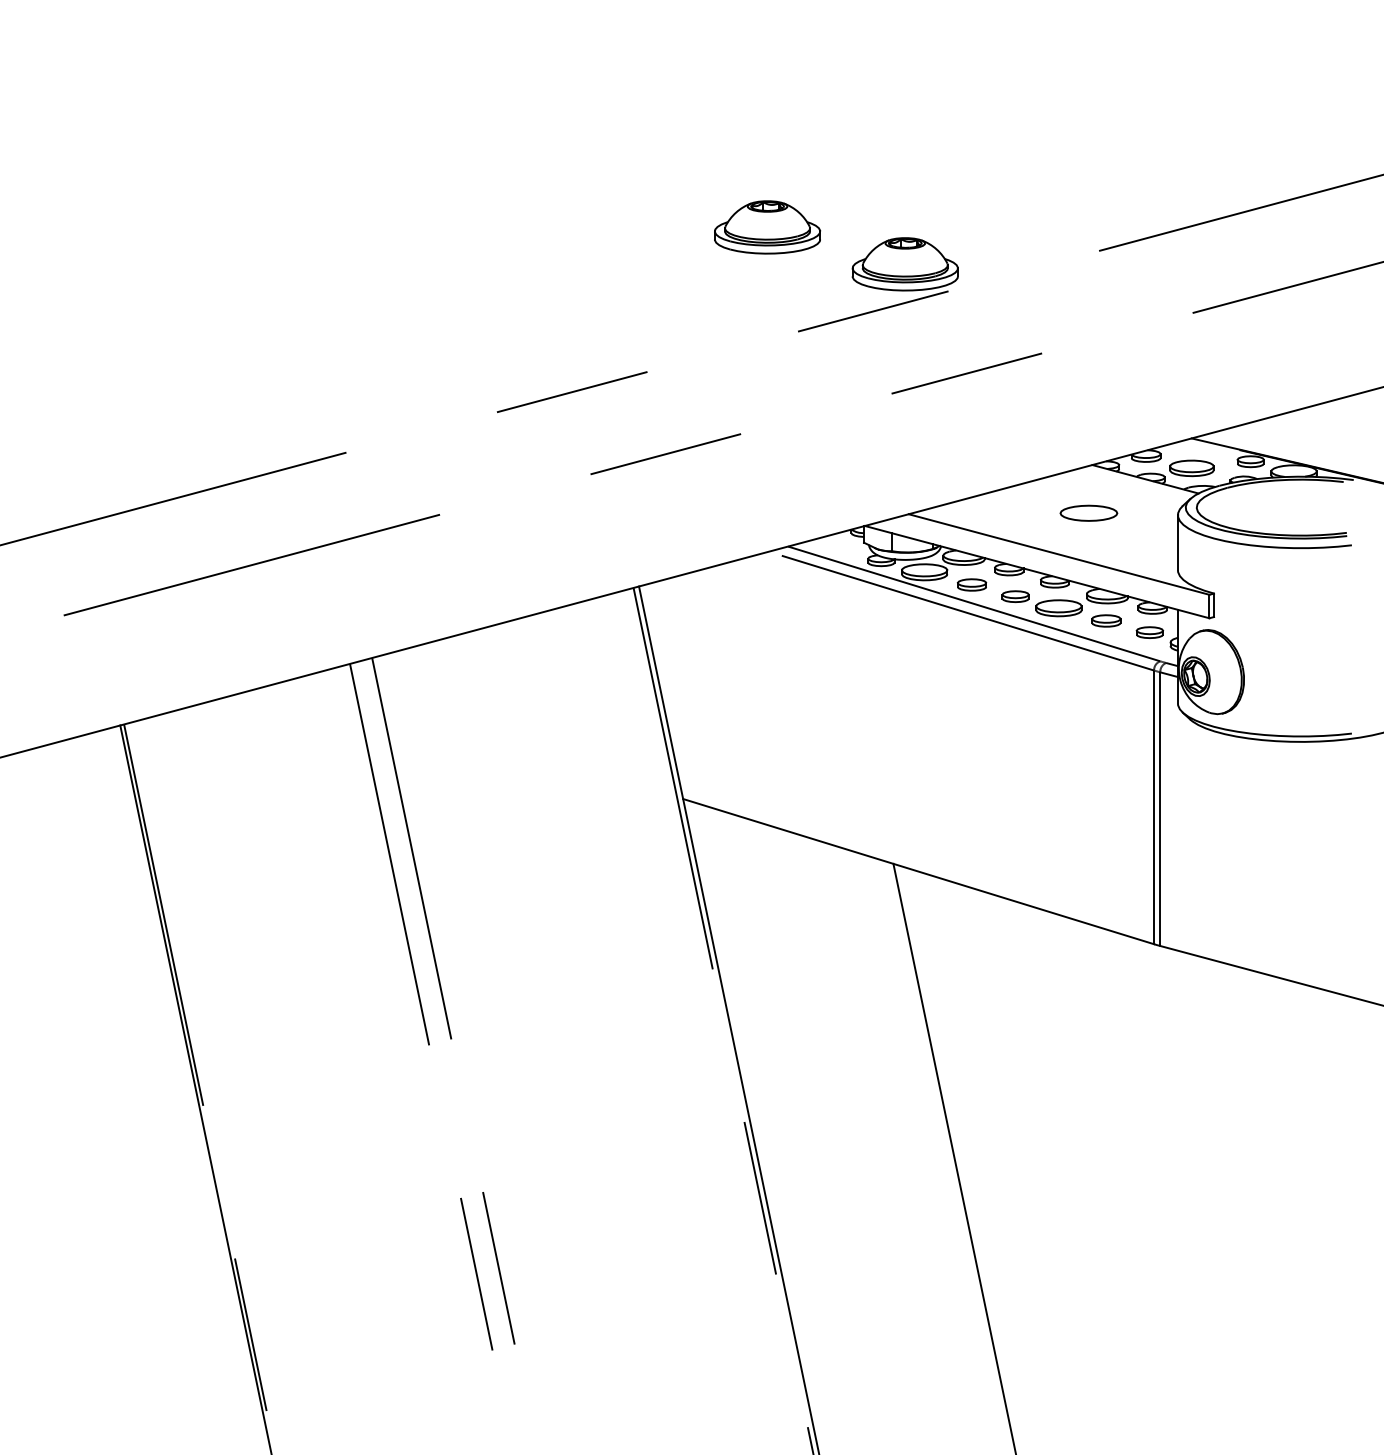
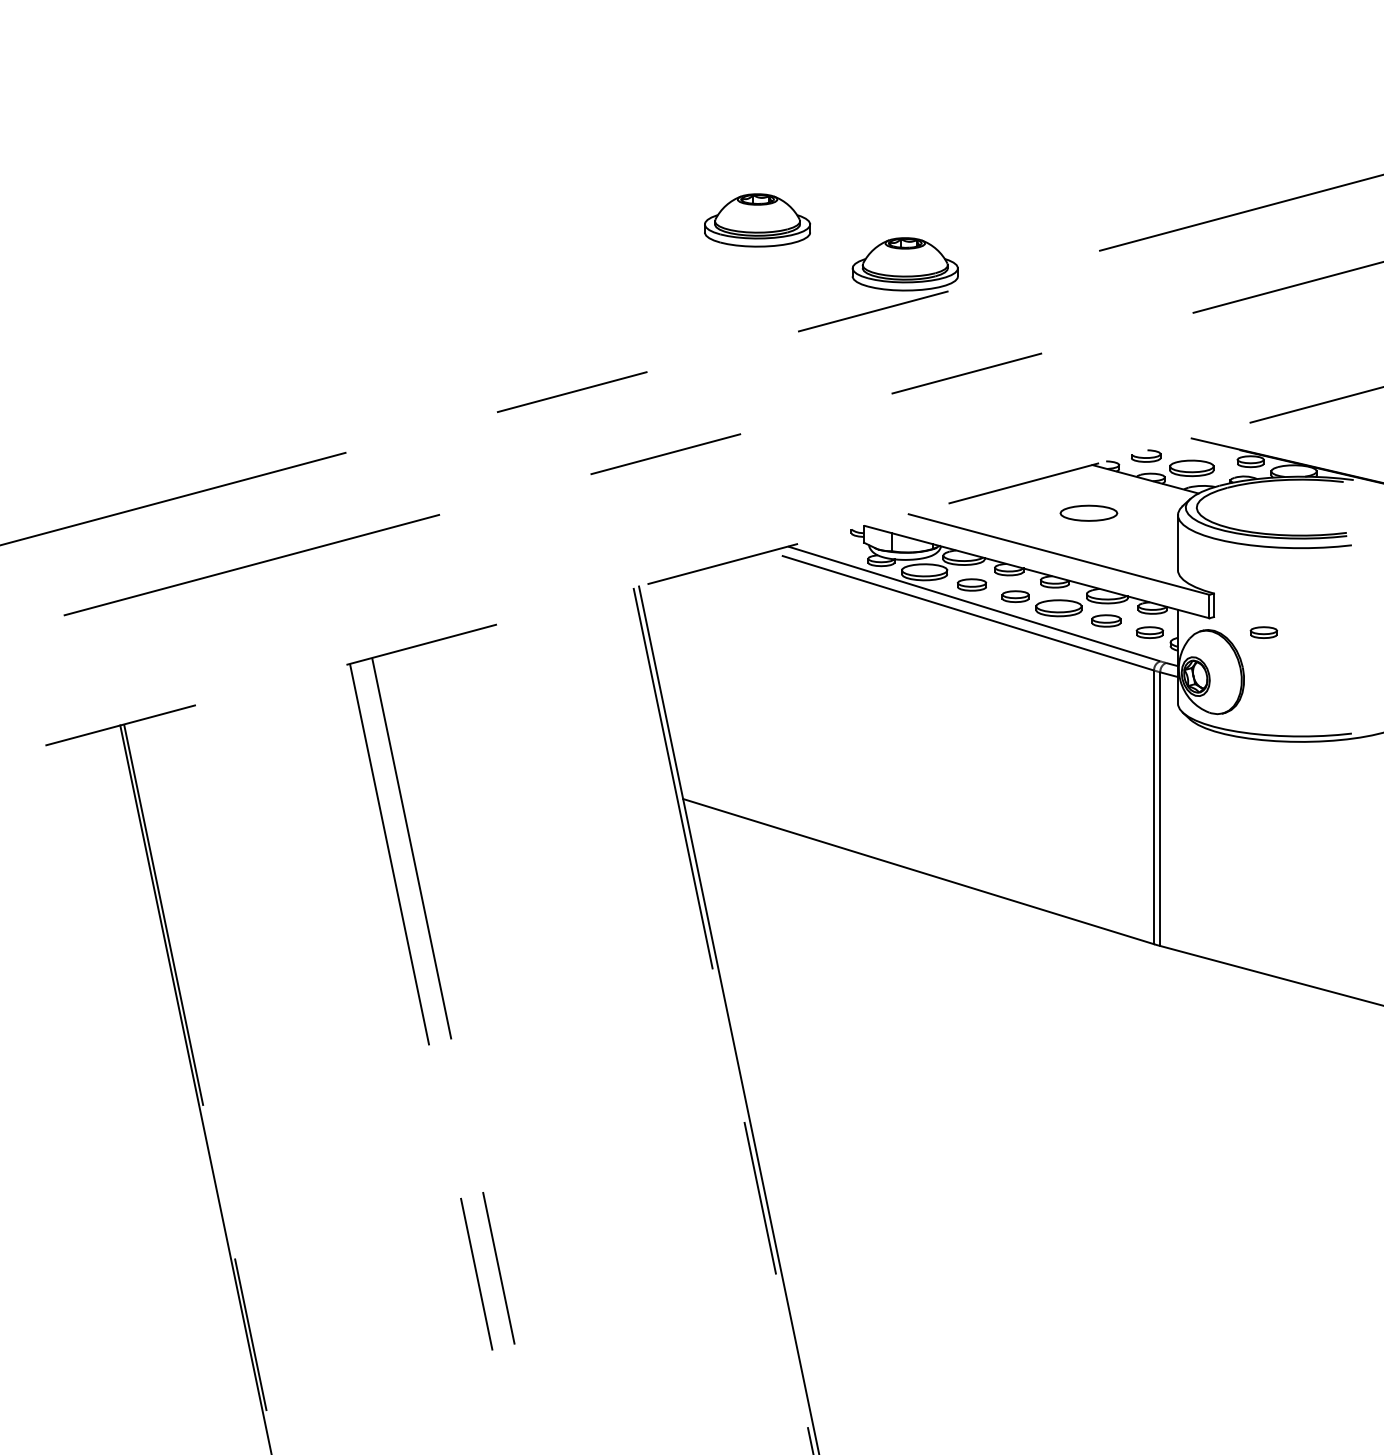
part at (767, 227) position: (767, 227) -> (757, 220)
line at (691, 572): solid -> dashed
part at (1263, 632): none -> present
line at (954, 1157): present -> none
